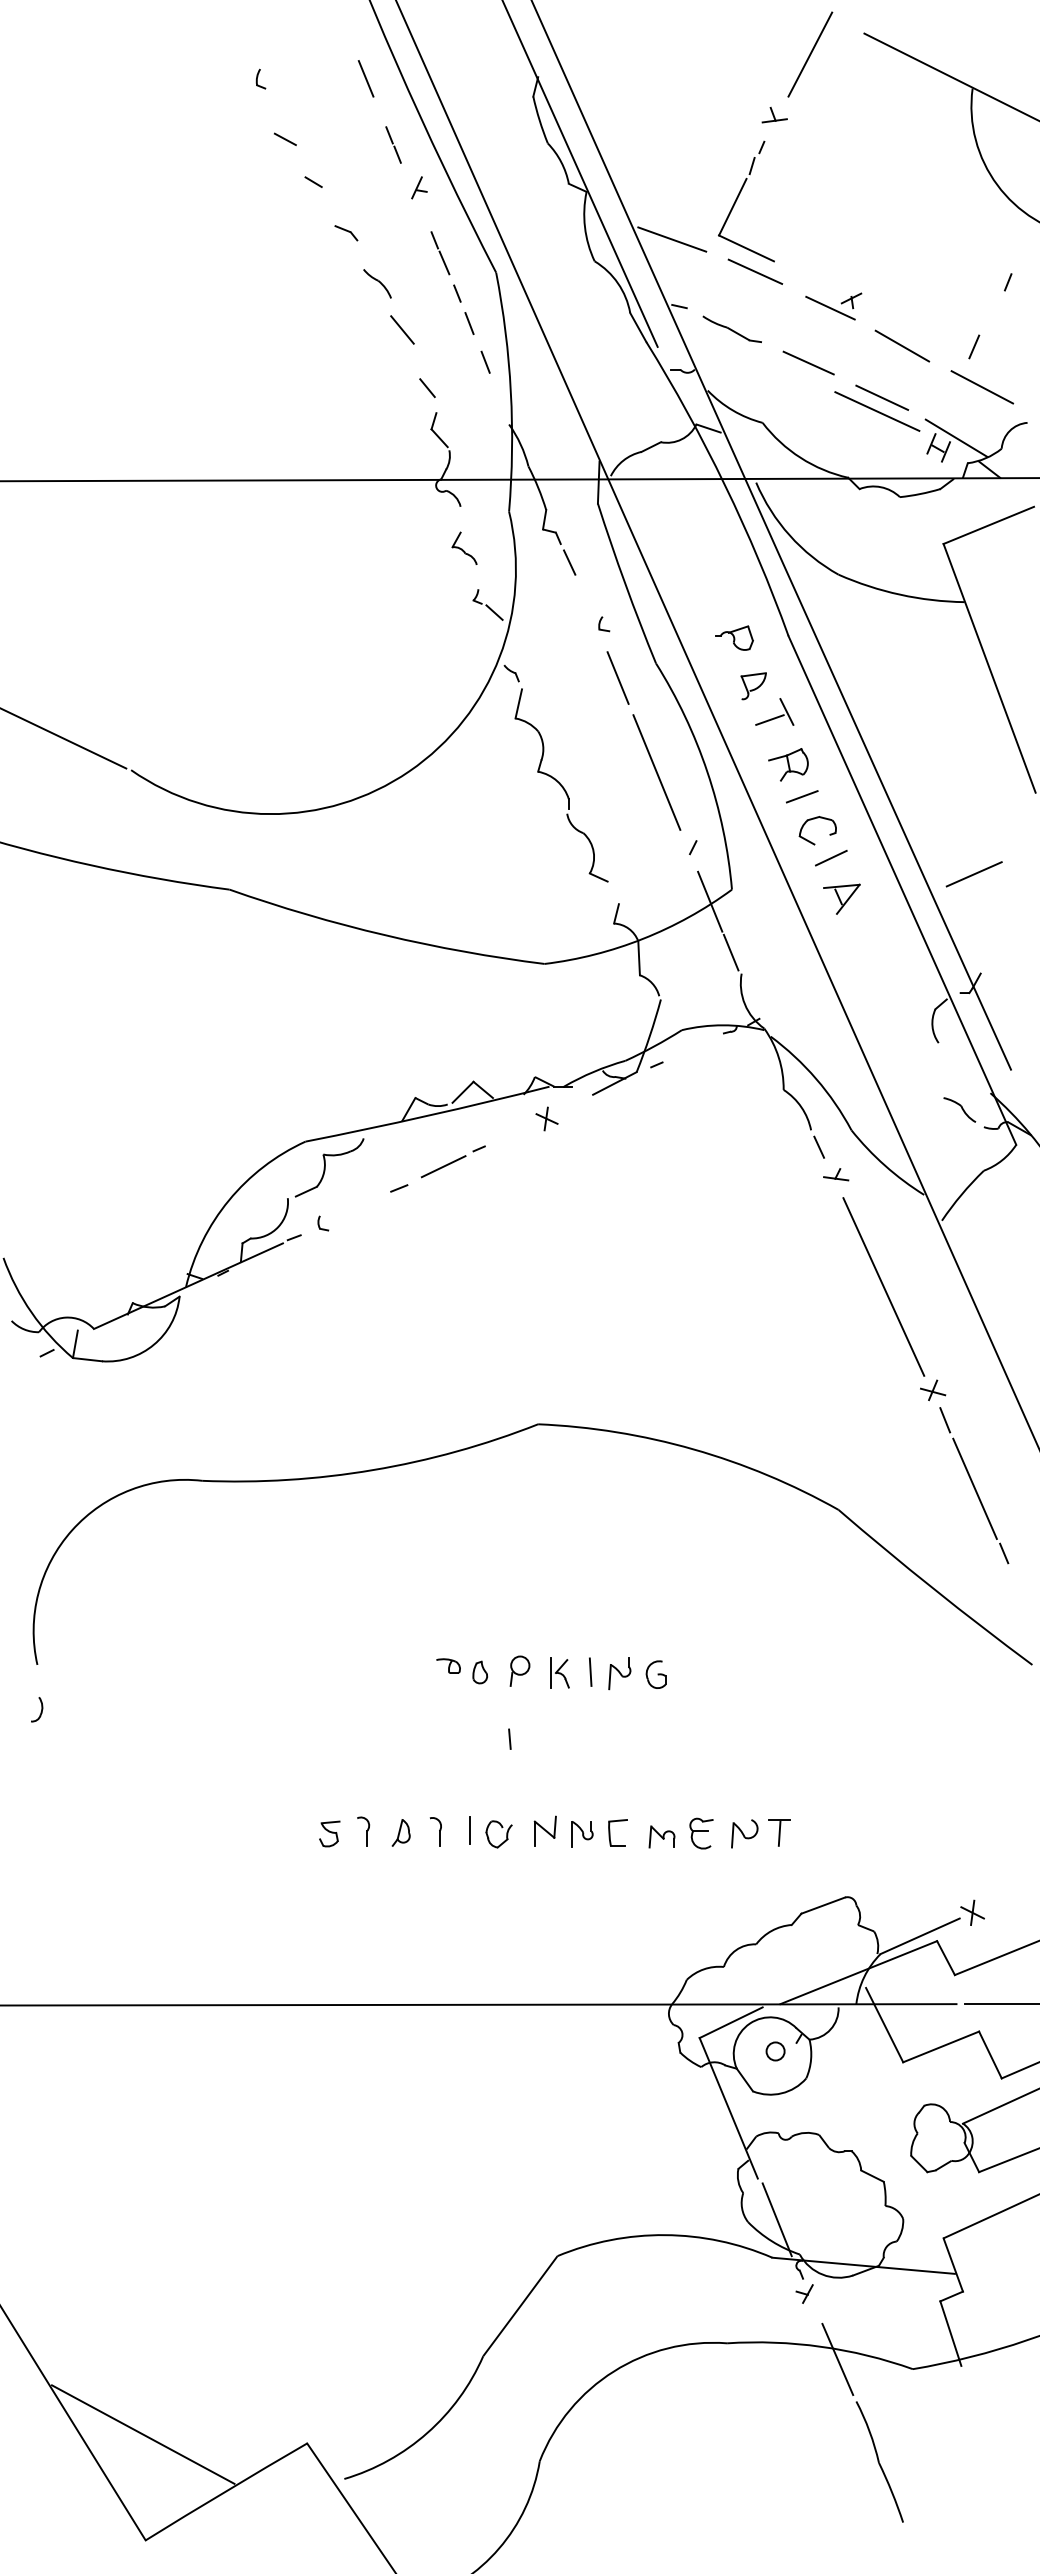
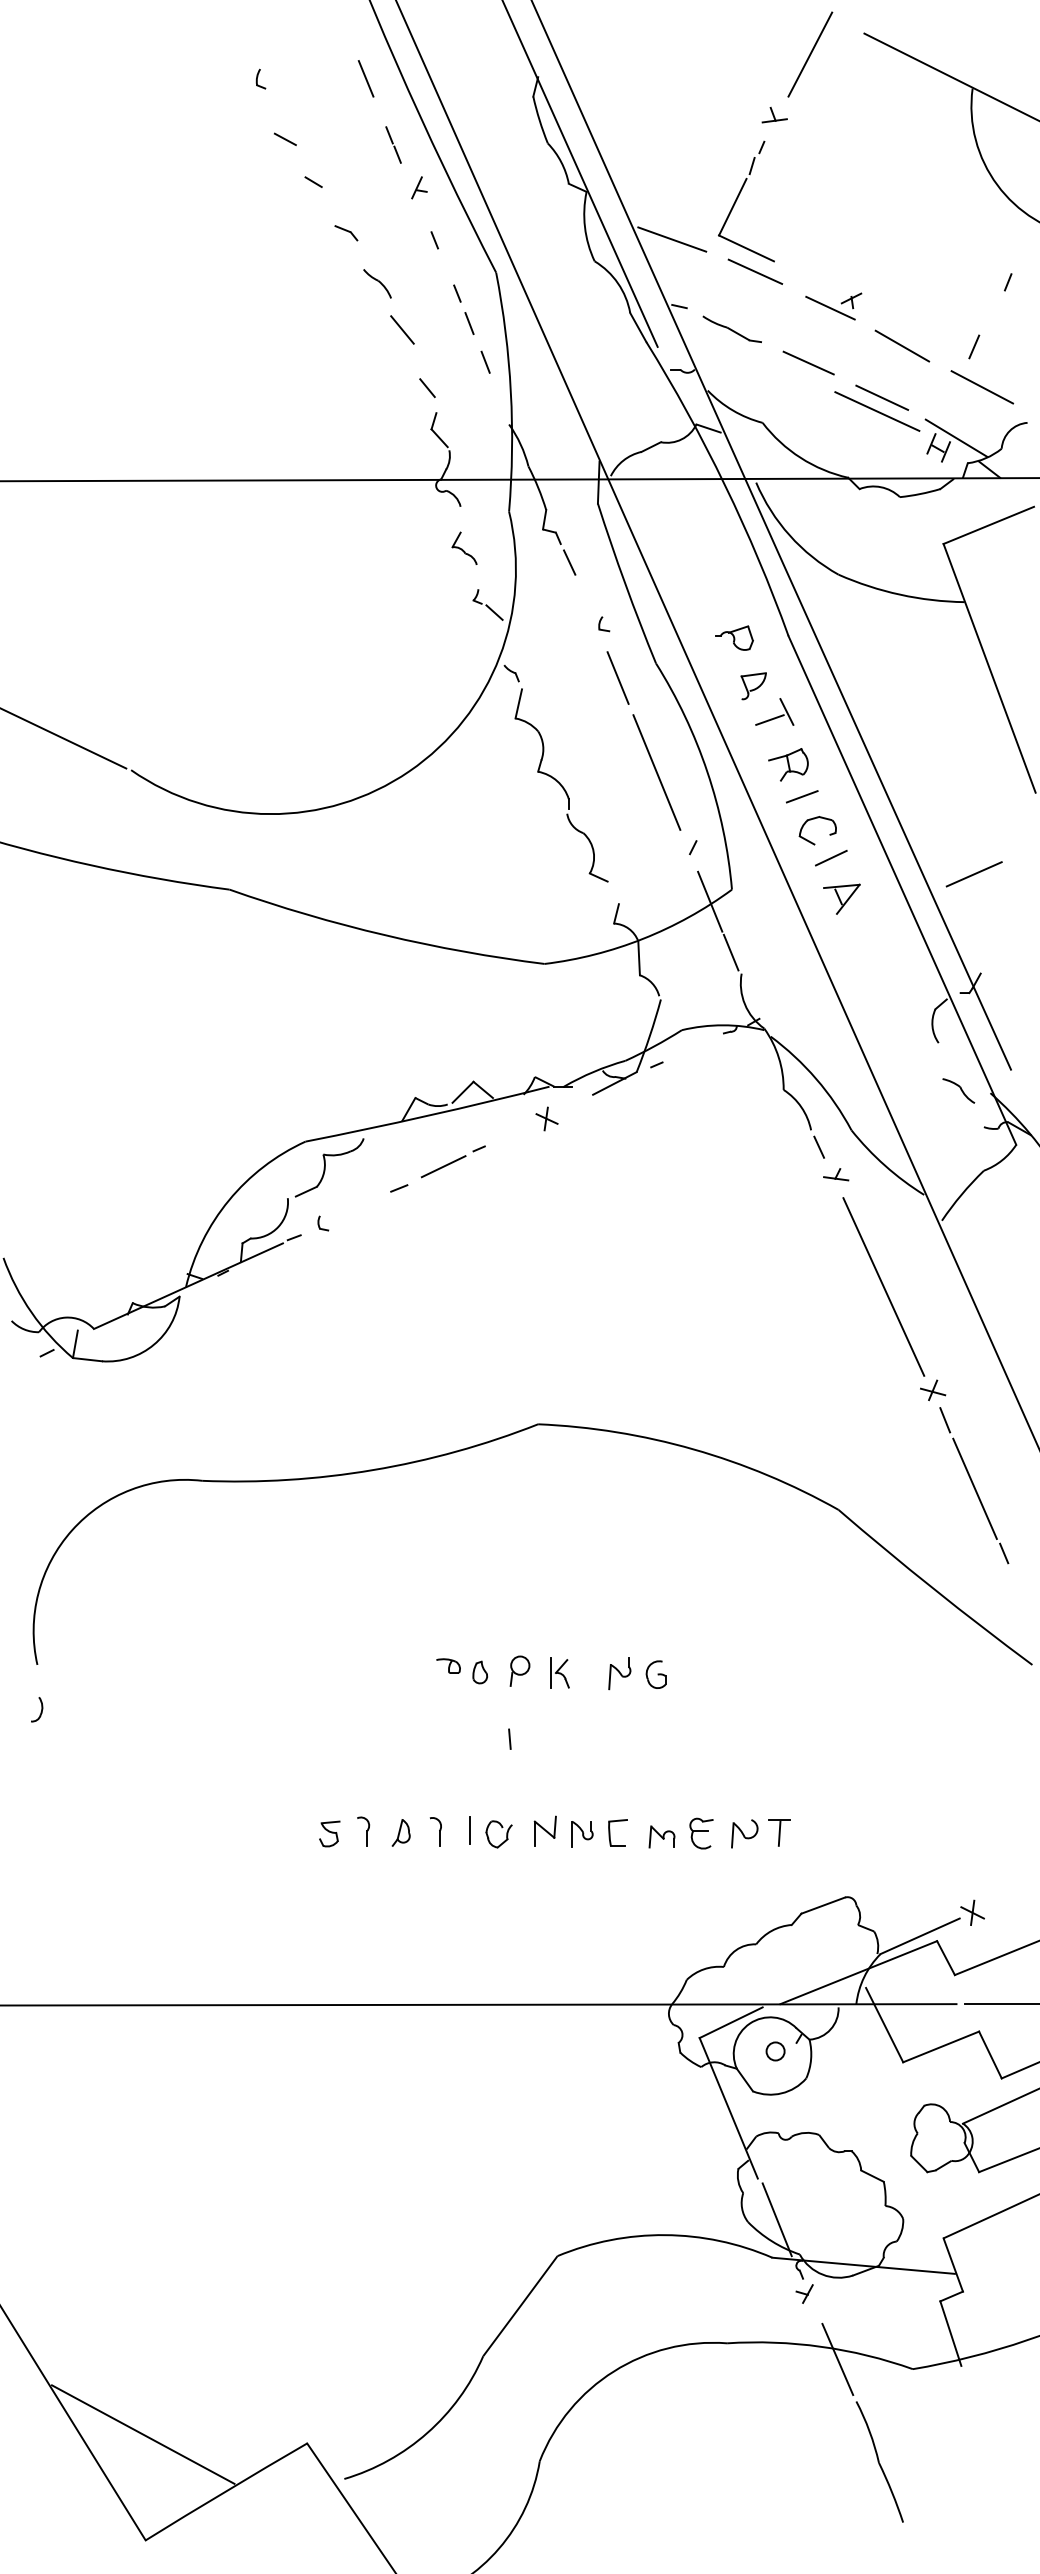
line at (444, 262): present -> none
part at (959, 1109) position: (959, 1109) -> (958, 1090)
line at (590, 1671): present -> none
